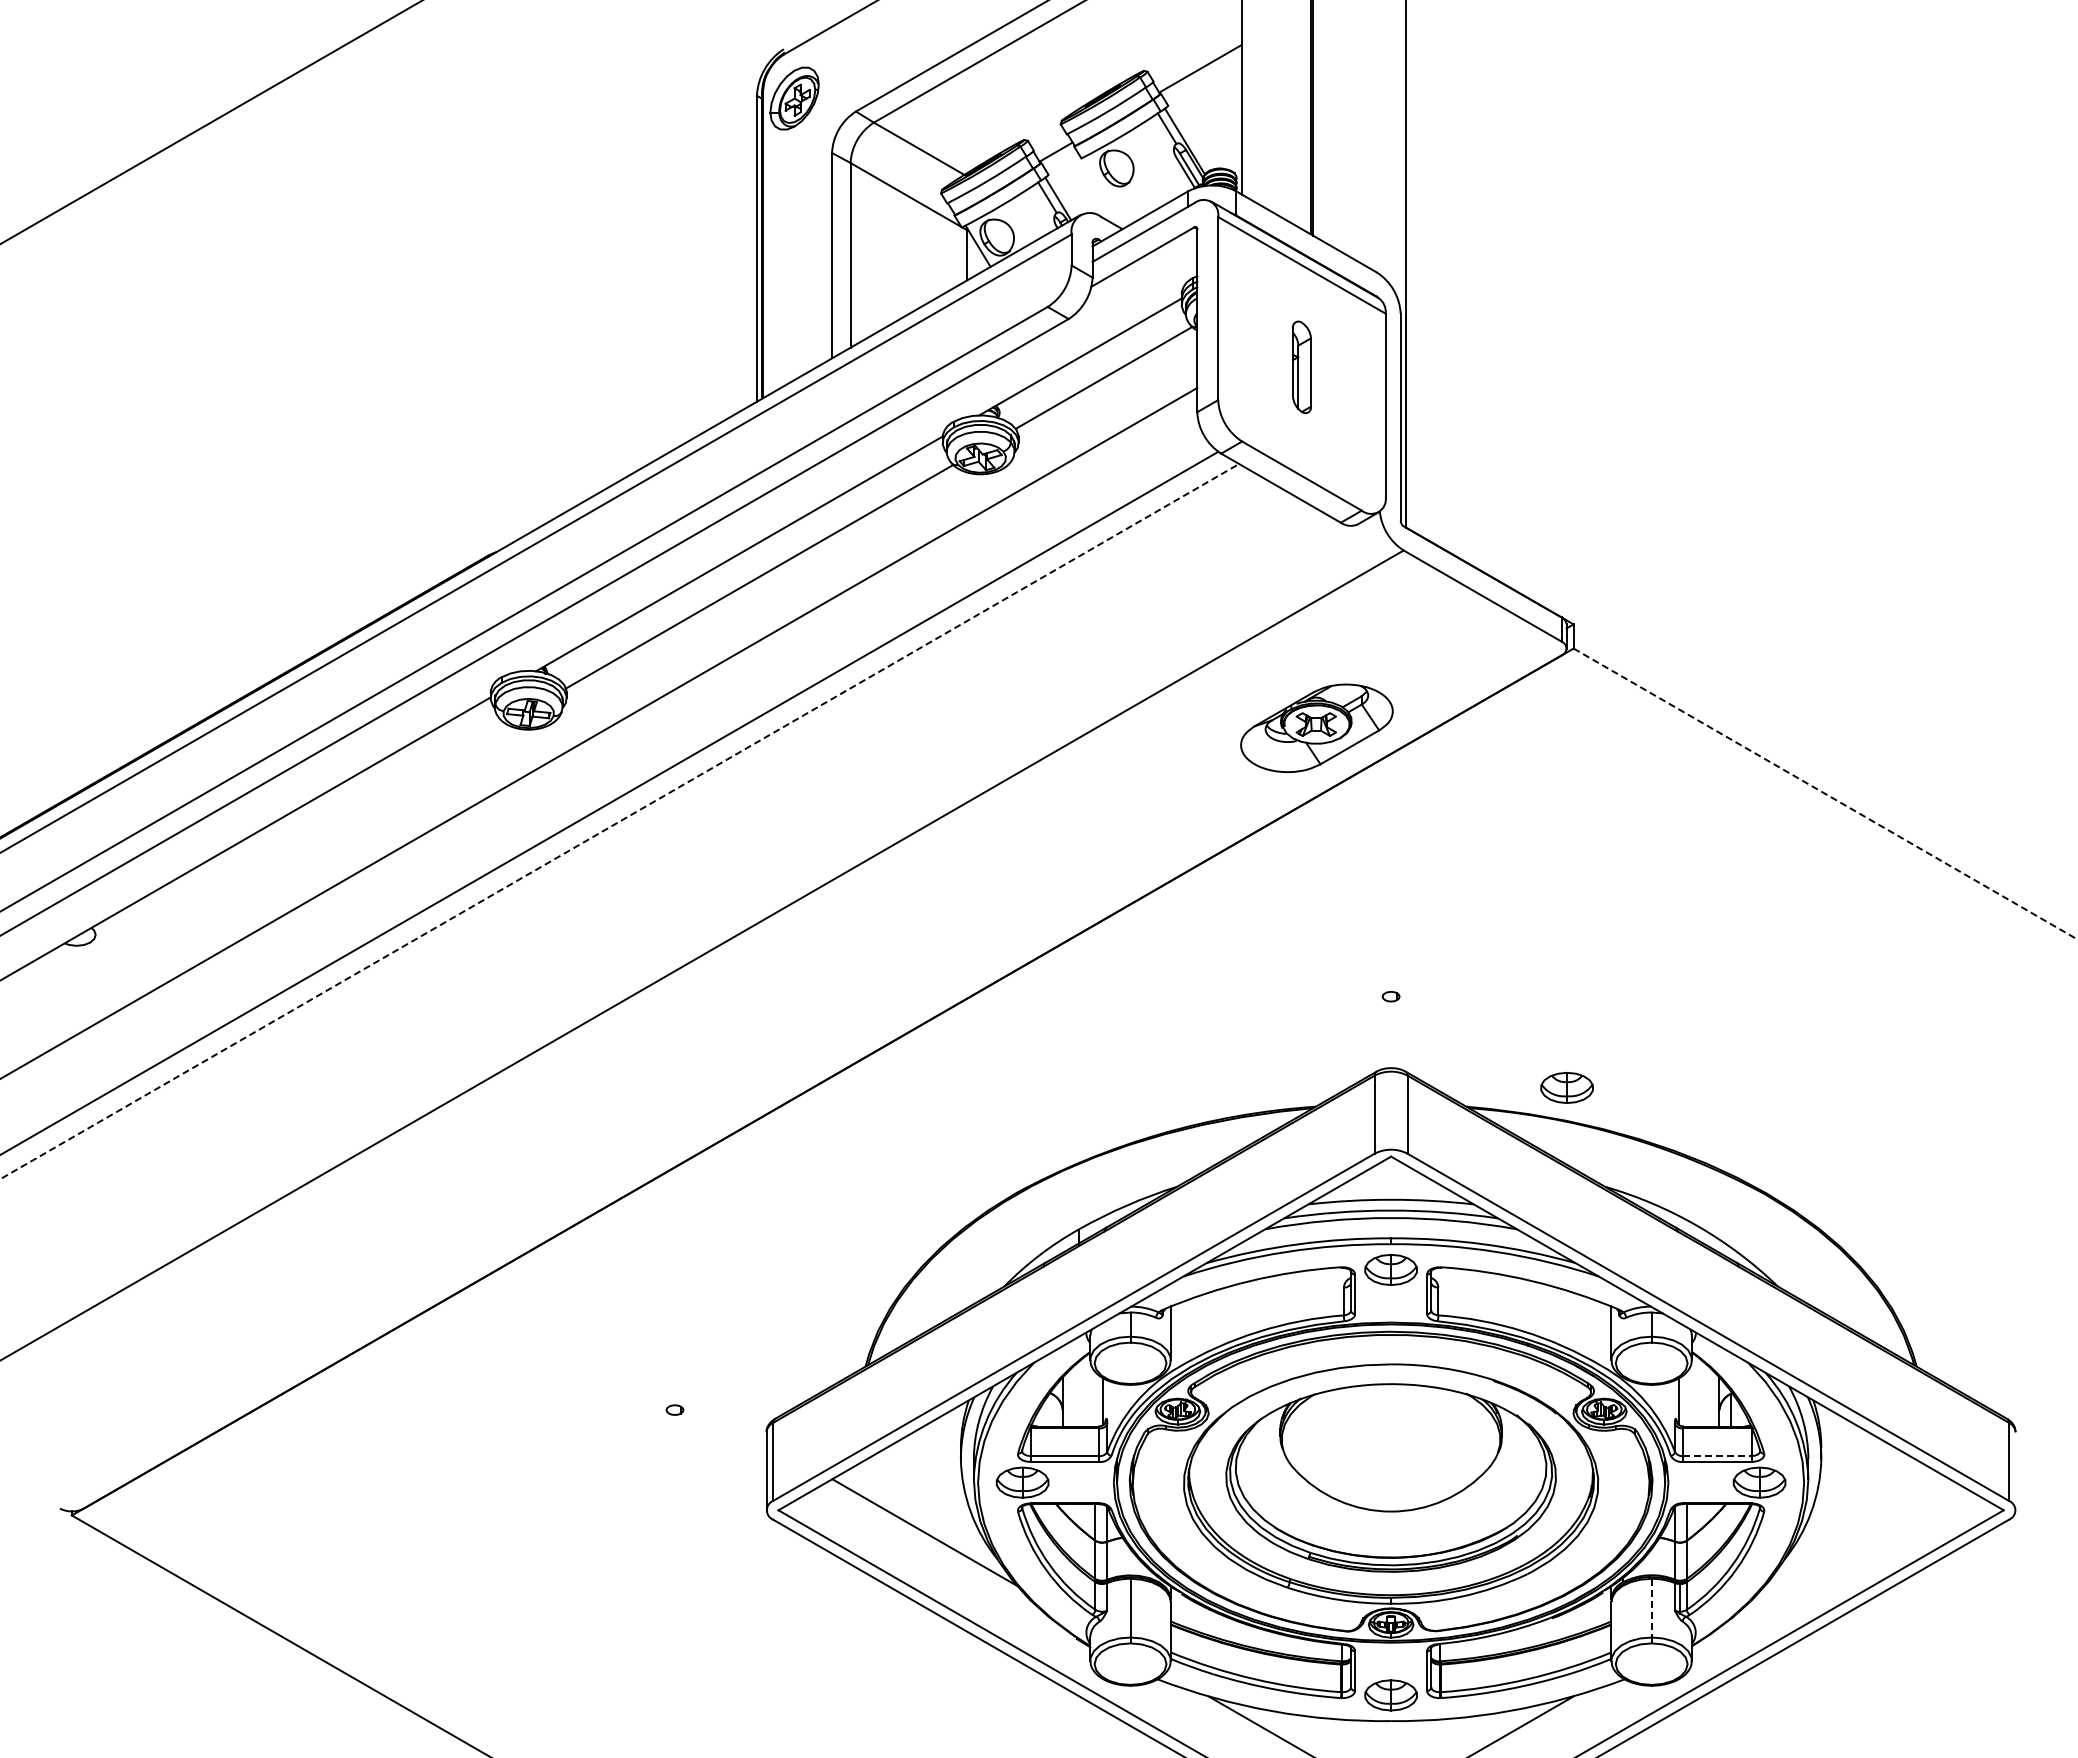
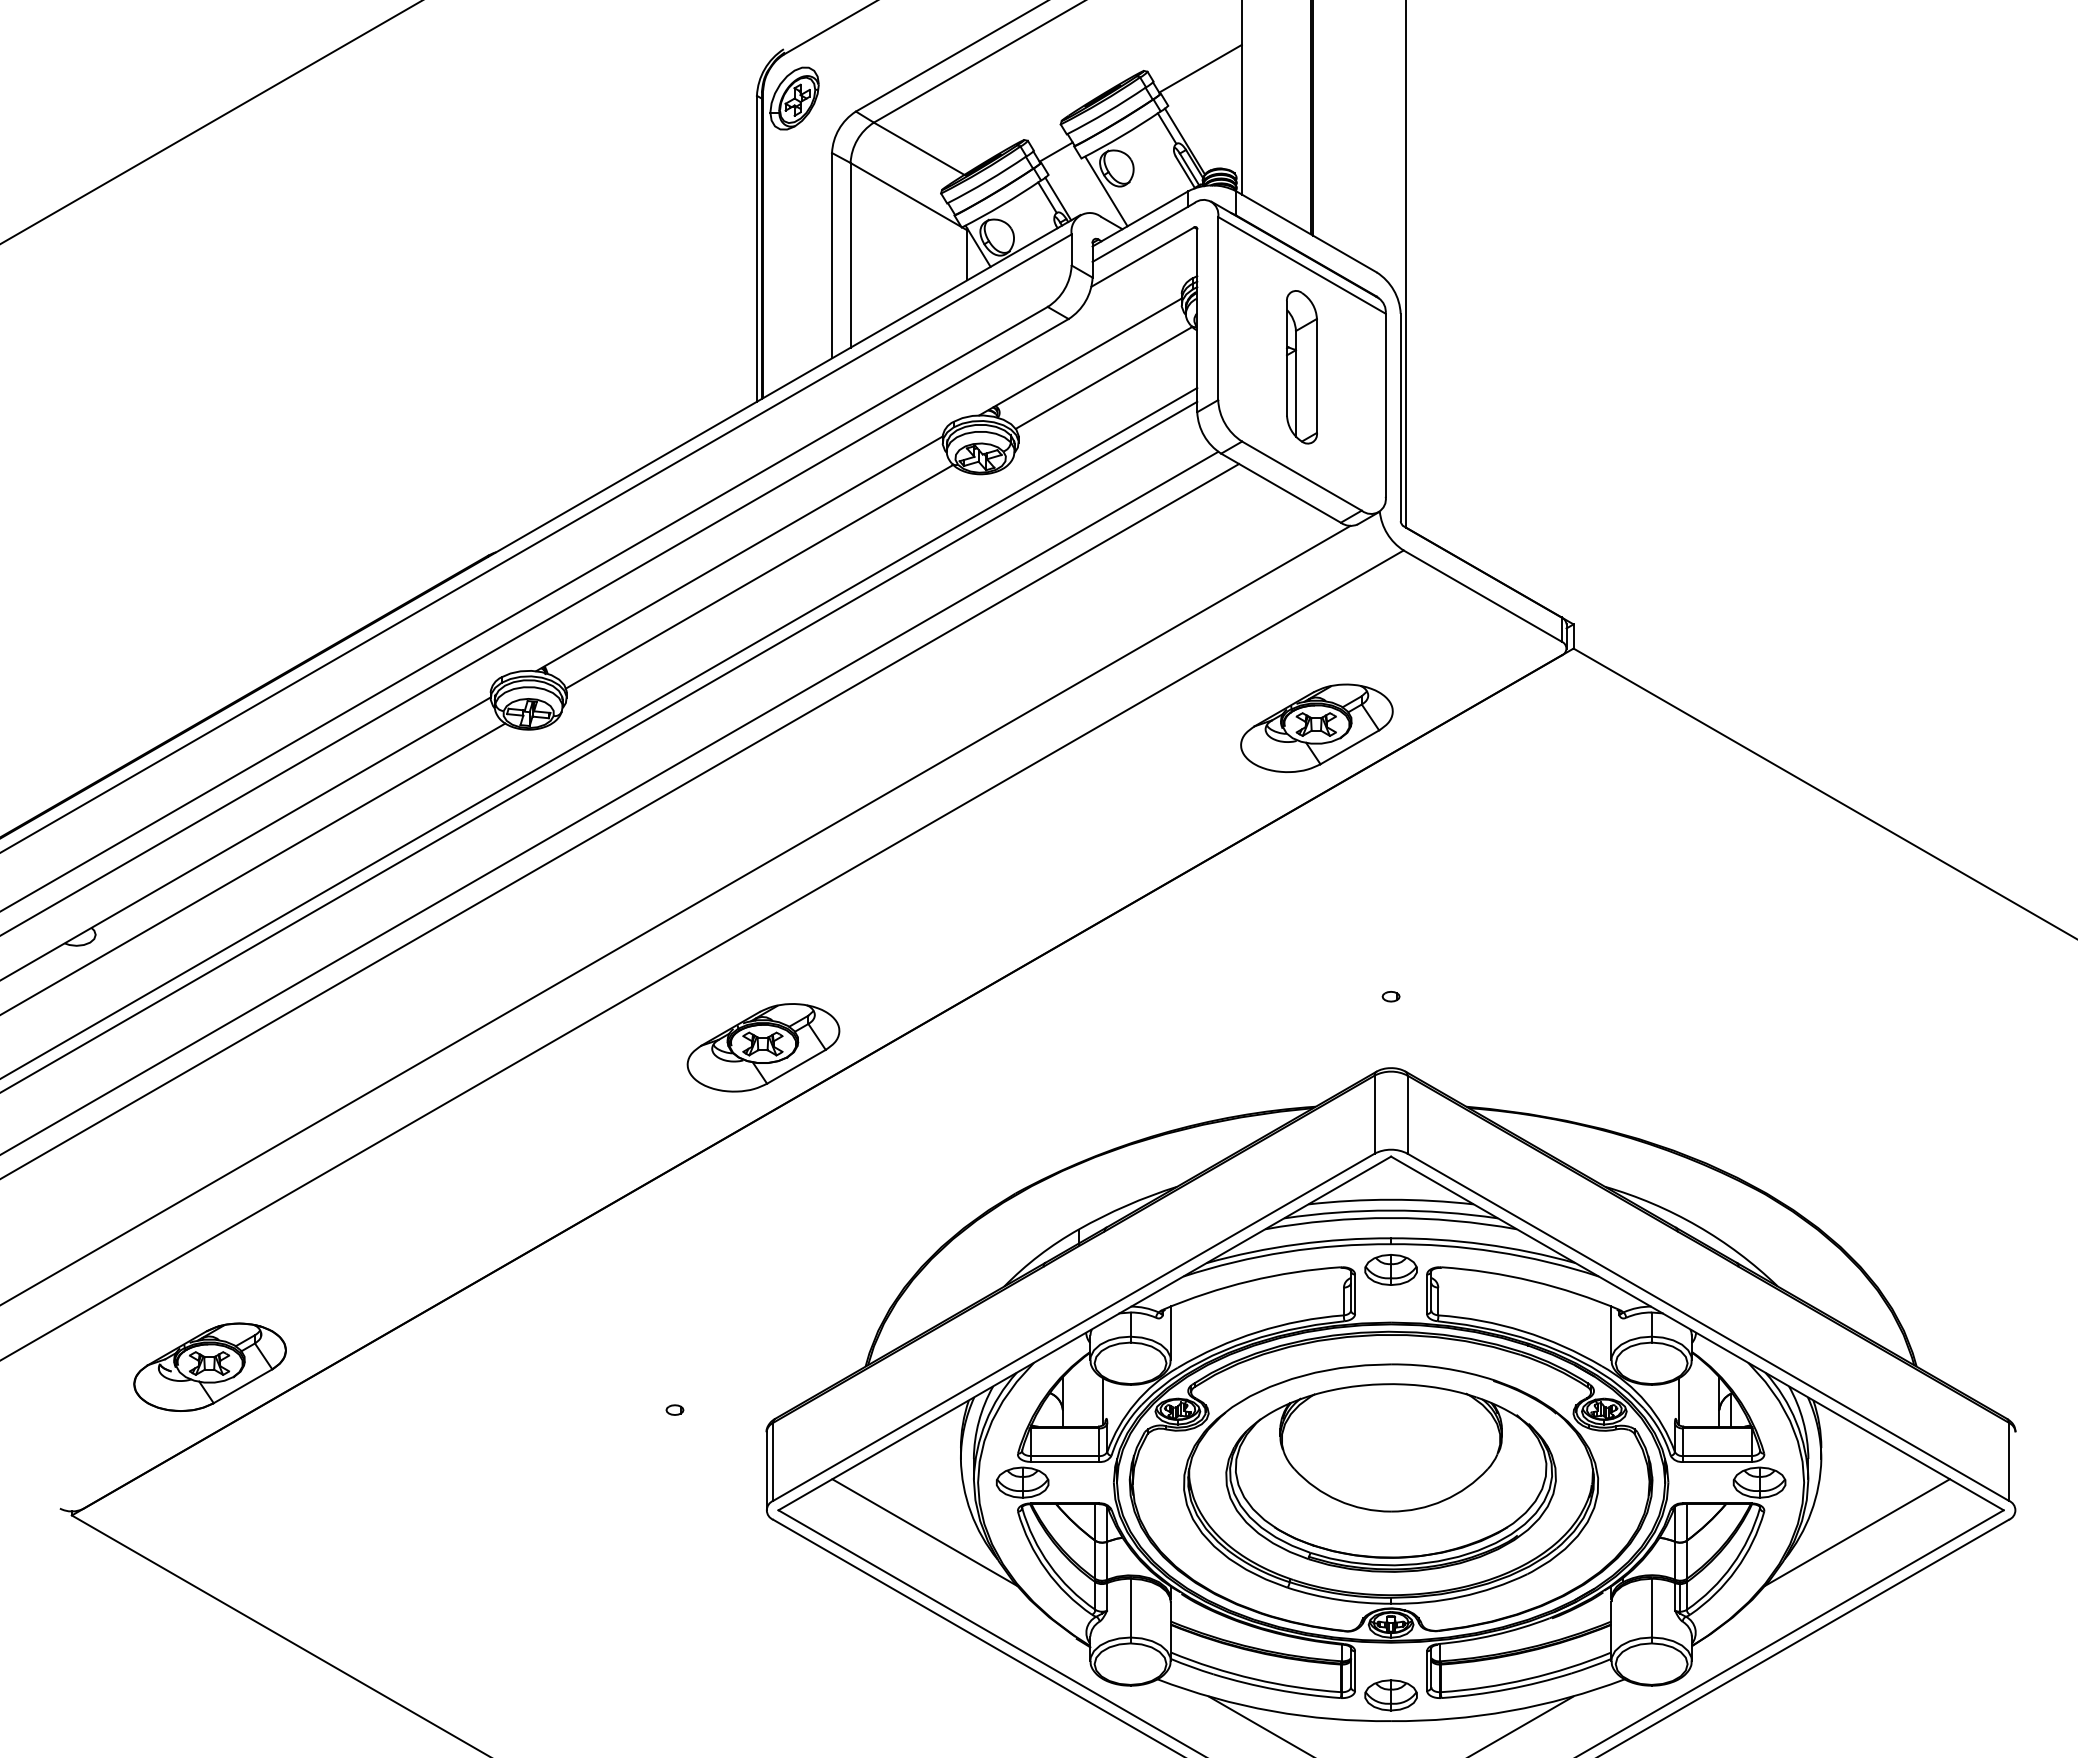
line at (1106, 191): none -> present
part at (1301, 367) size: 20x95 px -> 32x155 px
line at (599, 746): none -> present
line at (1825, 794): dashed -> solid
line at (620, 821): dashed -> solid
line at (253, 868): none -> present
line at (676, 914): none -> present
part at (763, 1047): none -> present
part at (1566, 1087): present -> none
part at (209, 1366): none -> present
line at (1717, 1456): dashed -> solid
line at (1857, 1532): none -> present
line at (1651, 1608): dashed -> solid
